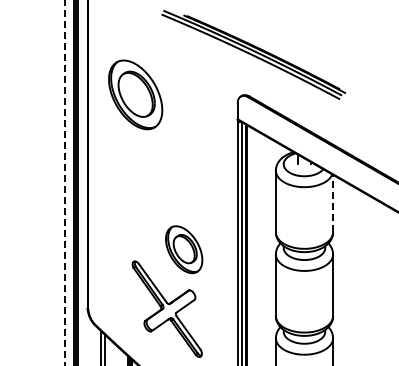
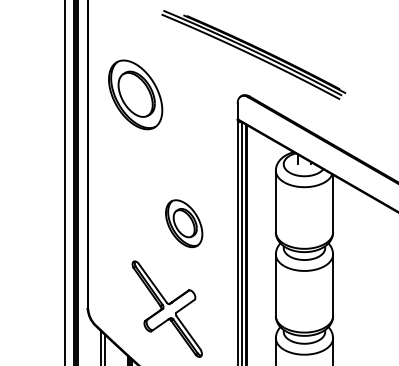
line at (64, 183): dashed -> solid
line at (333, 203): dashed -> solid
part at (184, 249) position: (184, 249) -> (184, 223)
